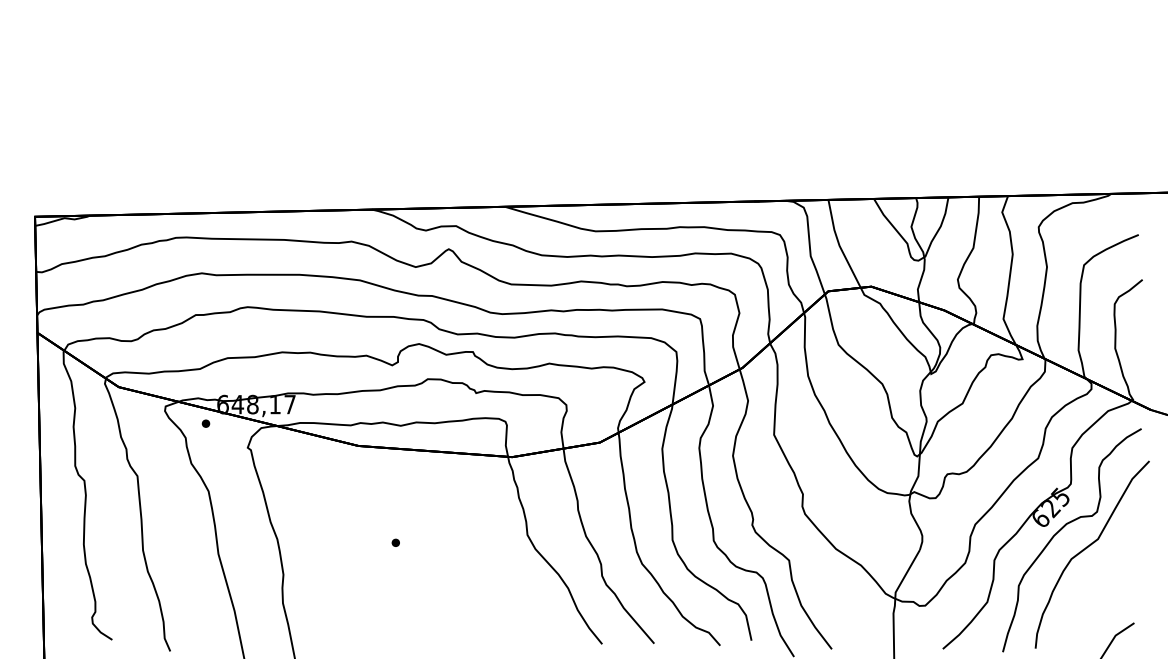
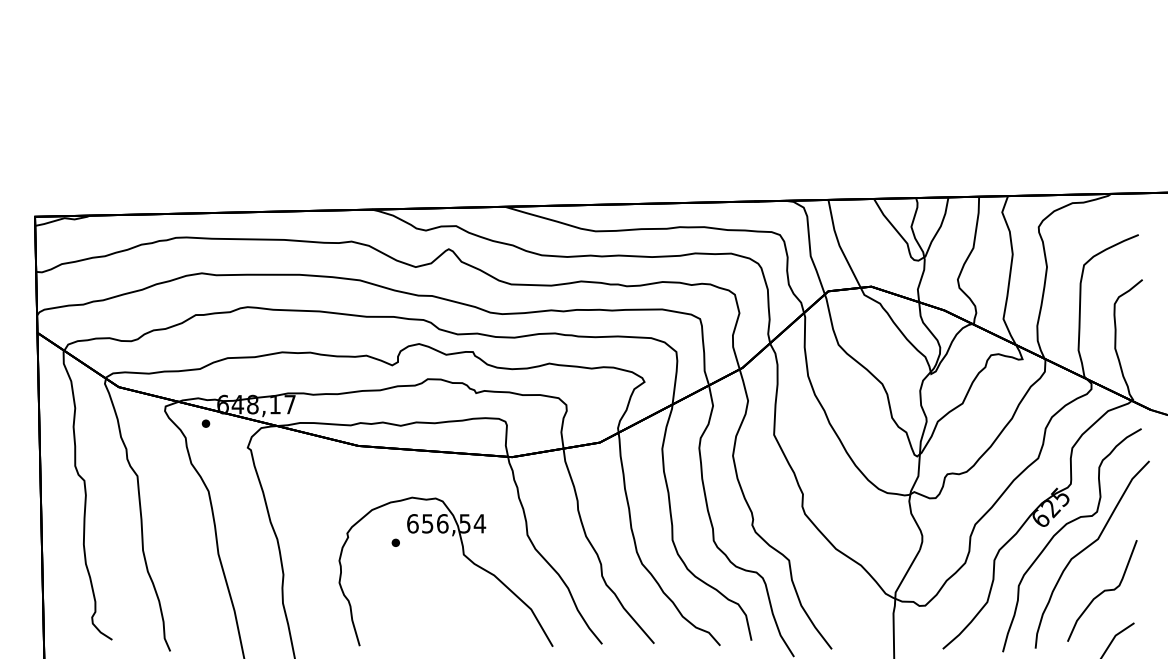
part at (462, 554): none -> present
curve at (1103, 590): none -> present
